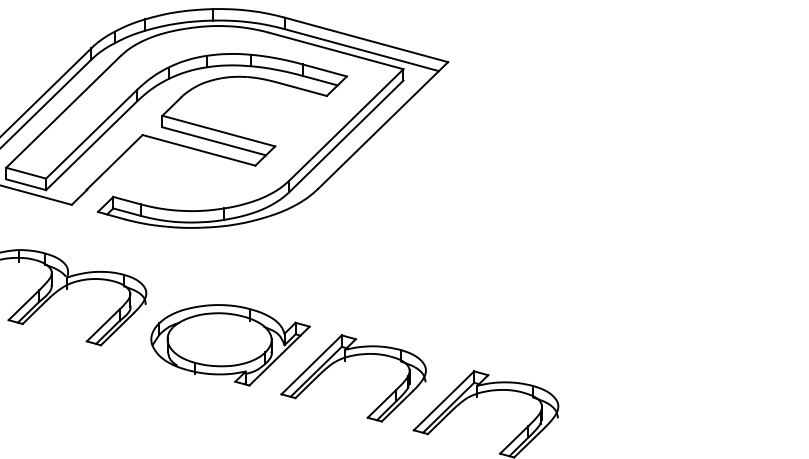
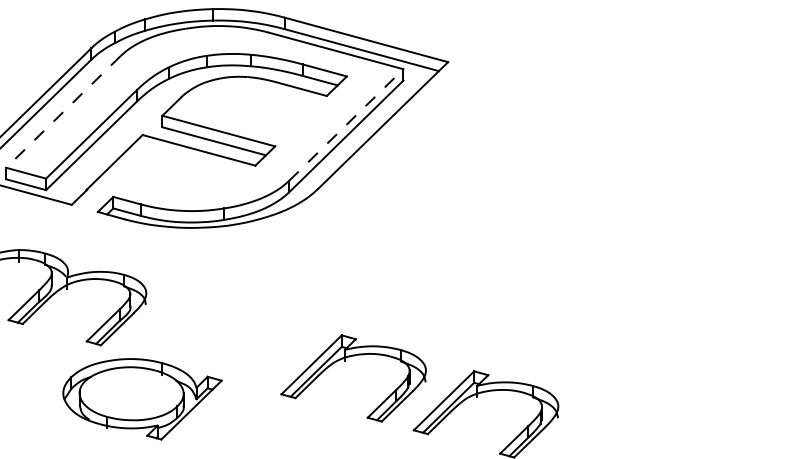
line at (63, 111): solid -> dashed
line at (346, 125): solid -> dashed
part at (230, 345) position: (230, 345) -> (142, 399)
